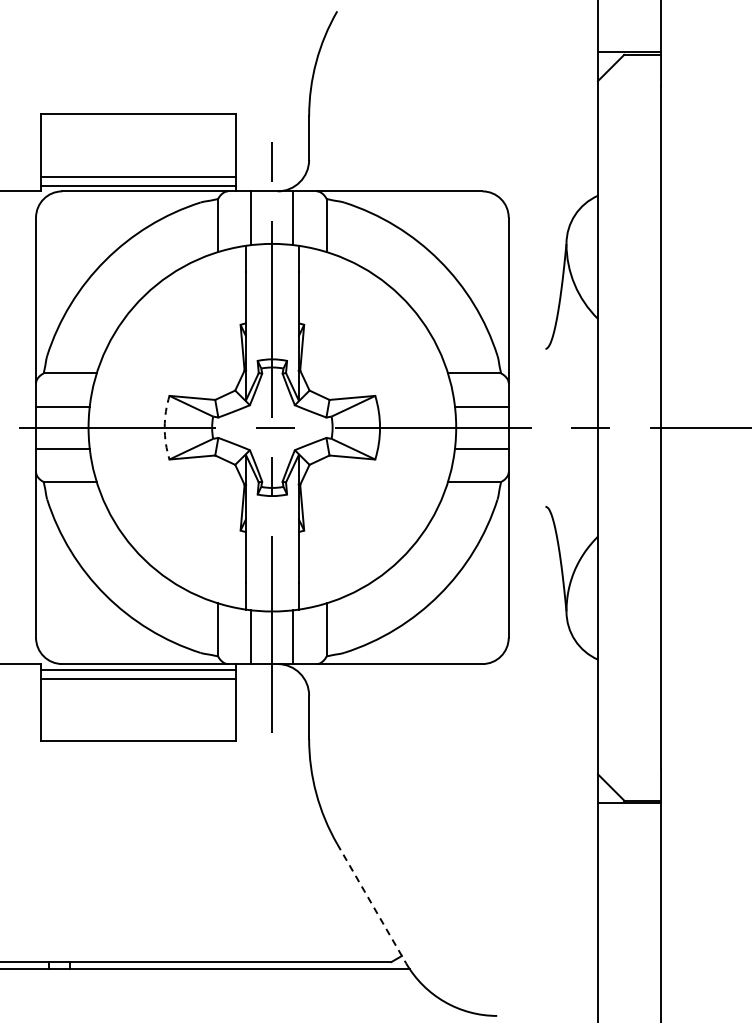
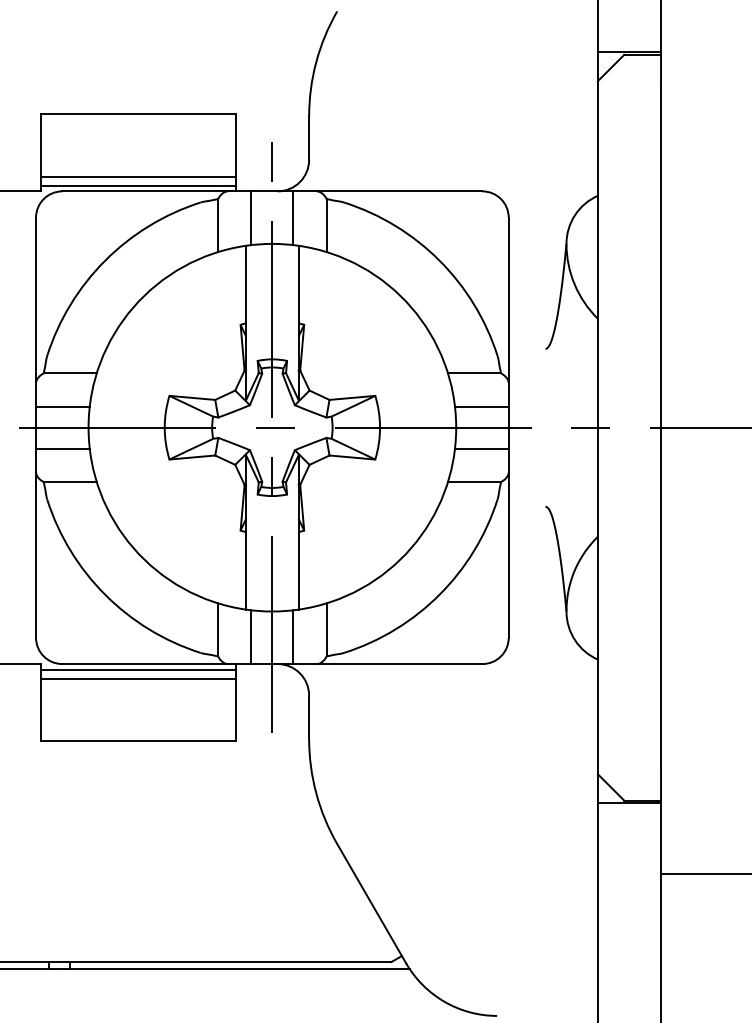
arc at (164, 427): dashed -> solid
line at (704, 874): none -> present
line at (371, 903): dashed -> solid
